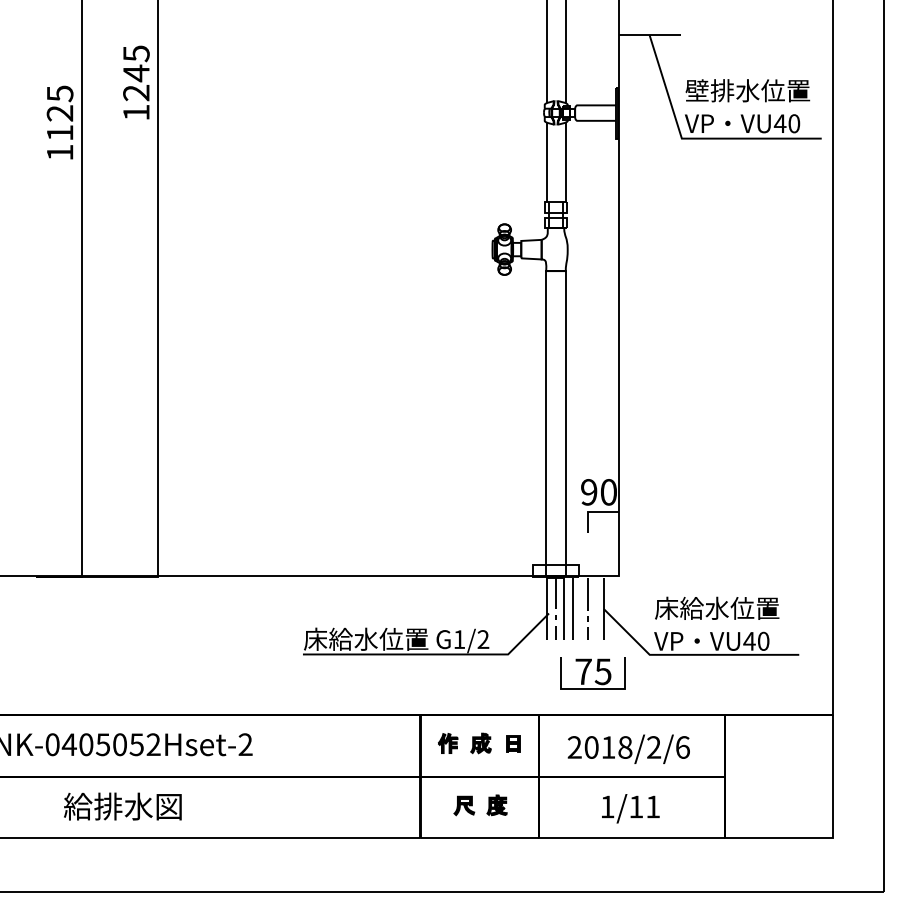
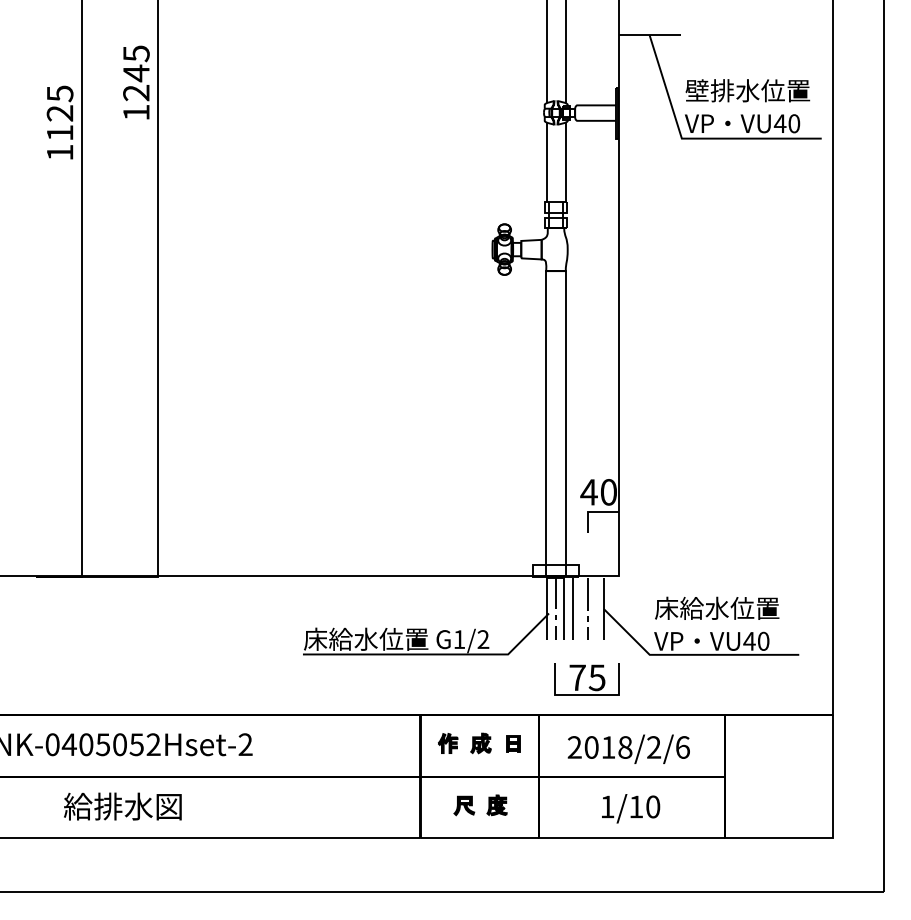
text at (588, 492): 90 -> 40
part at (592, 673) position: (592, 673) -> (586, 679)
text at (653, 806): 1/11 -> 1/10
